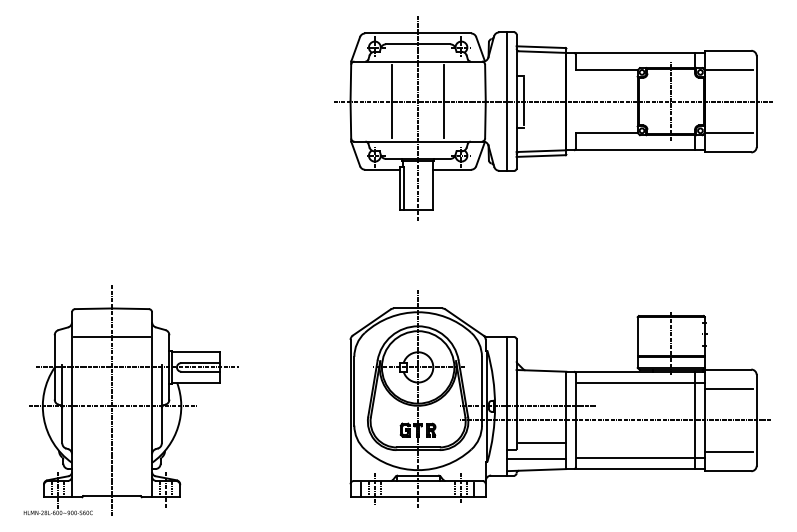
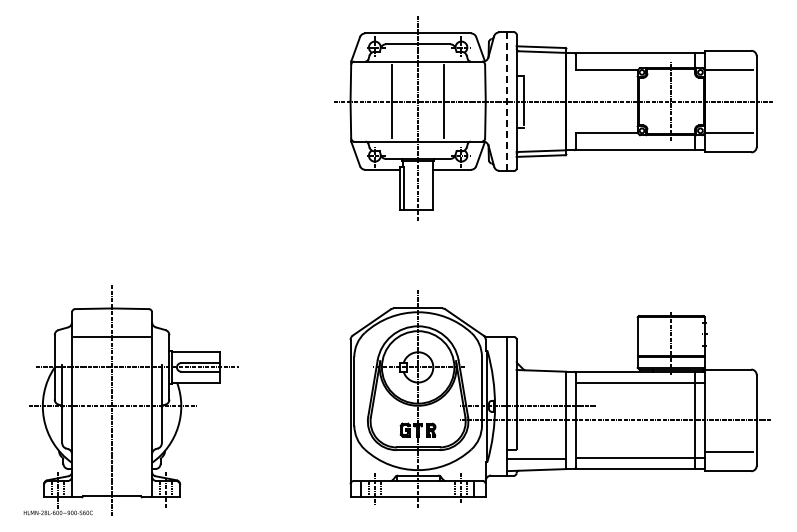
line at (507, 101): solid -> dashed
line at (728, 389): present -> none
line at (542, 442): present -> none
